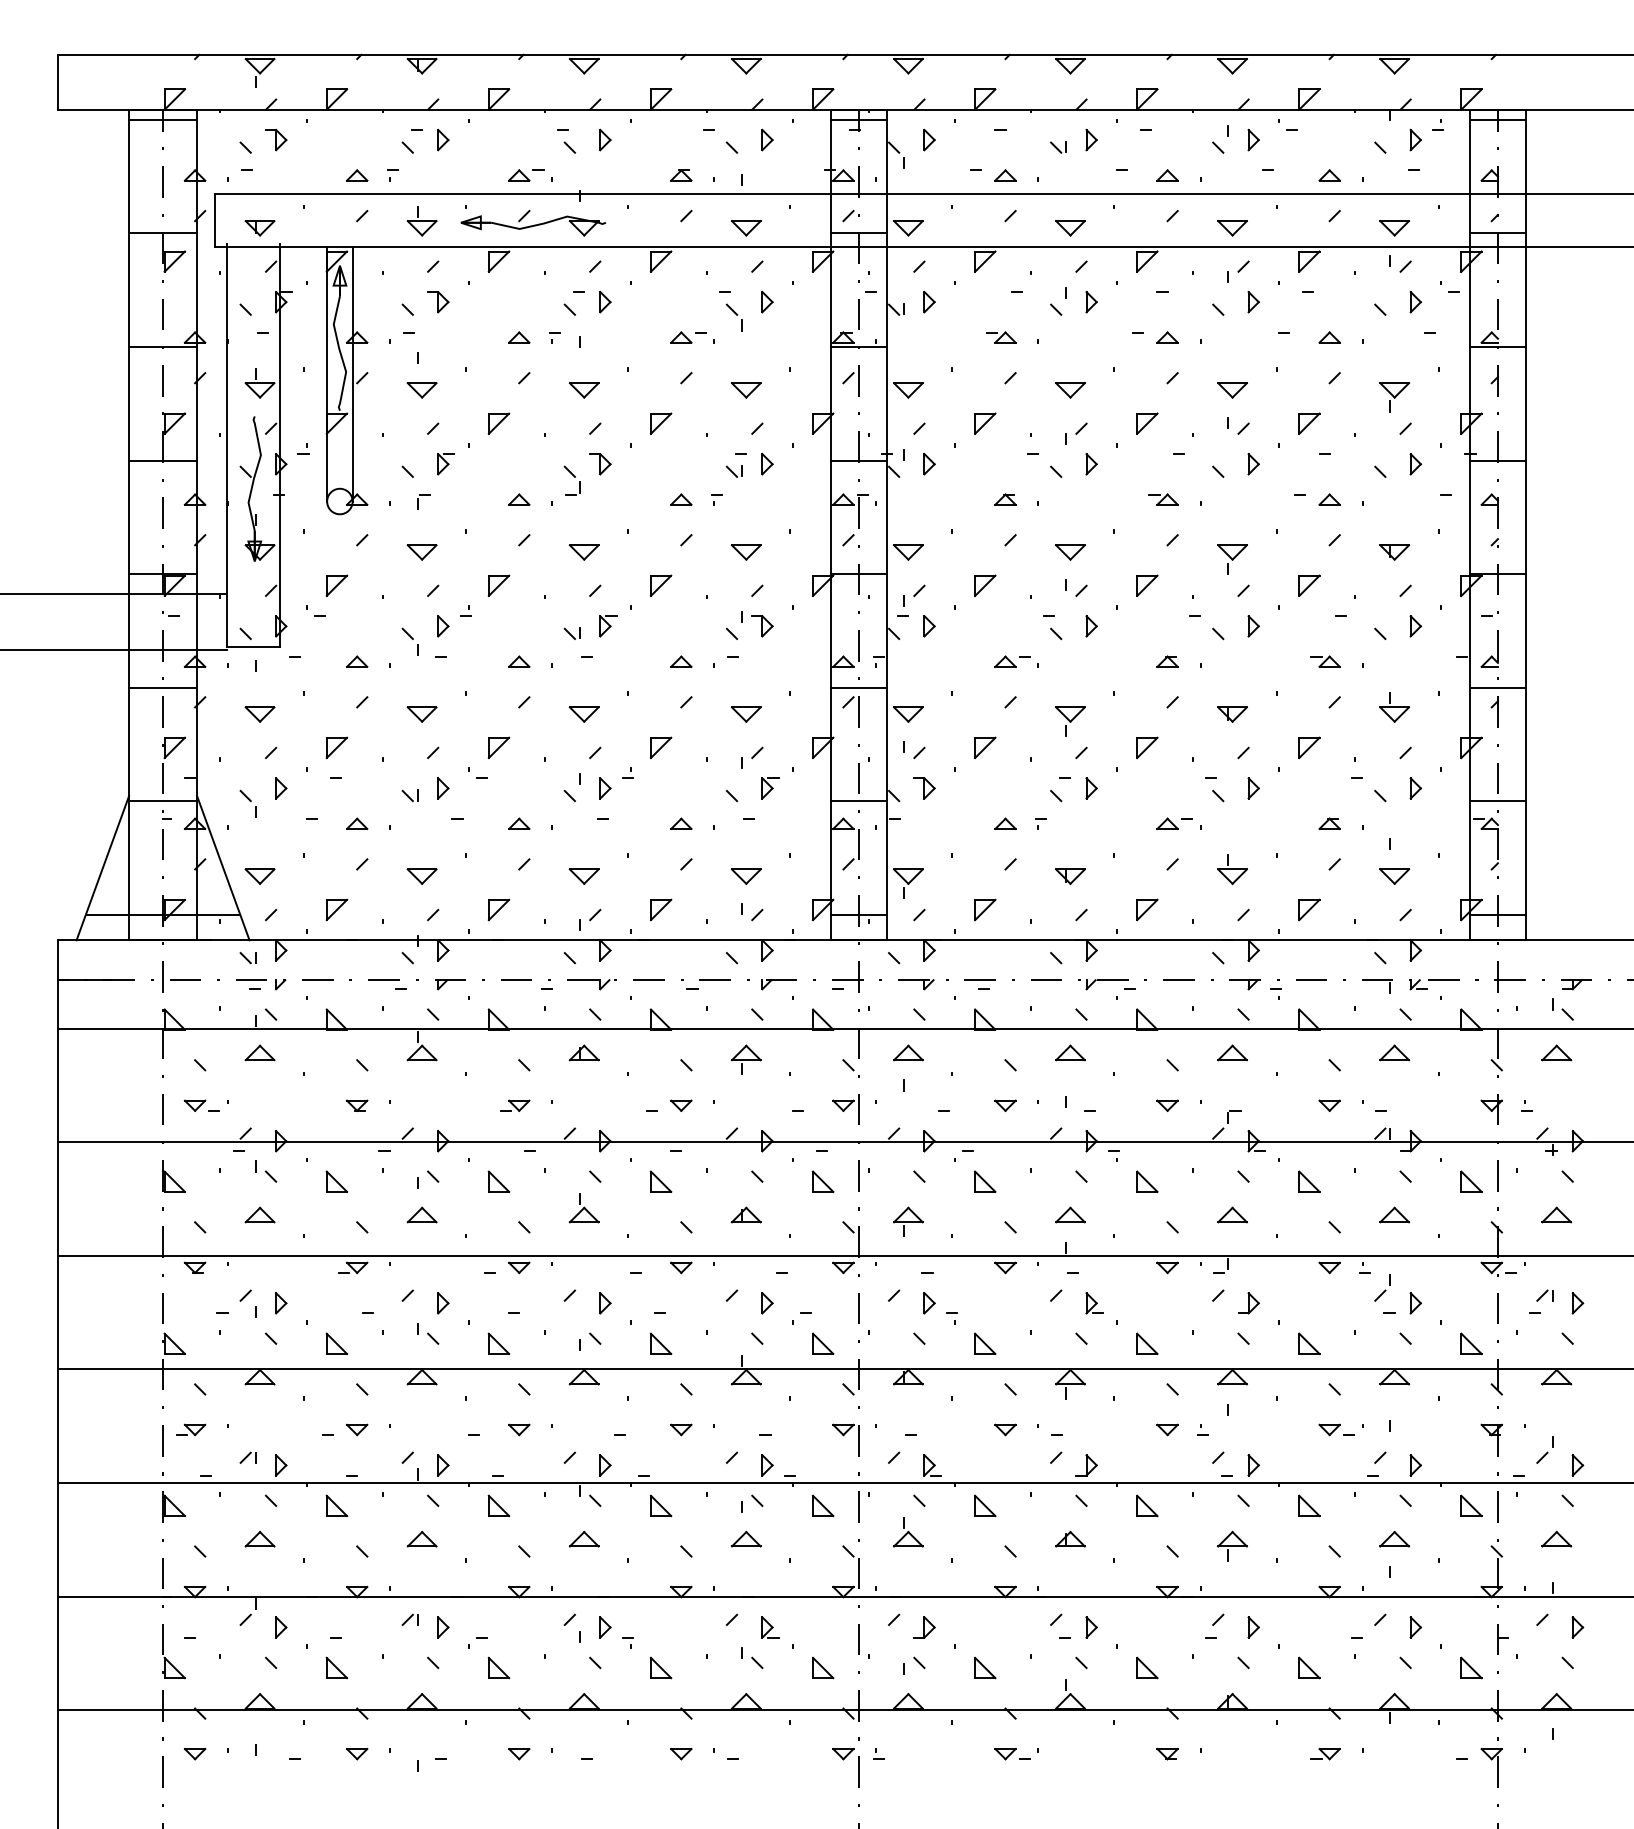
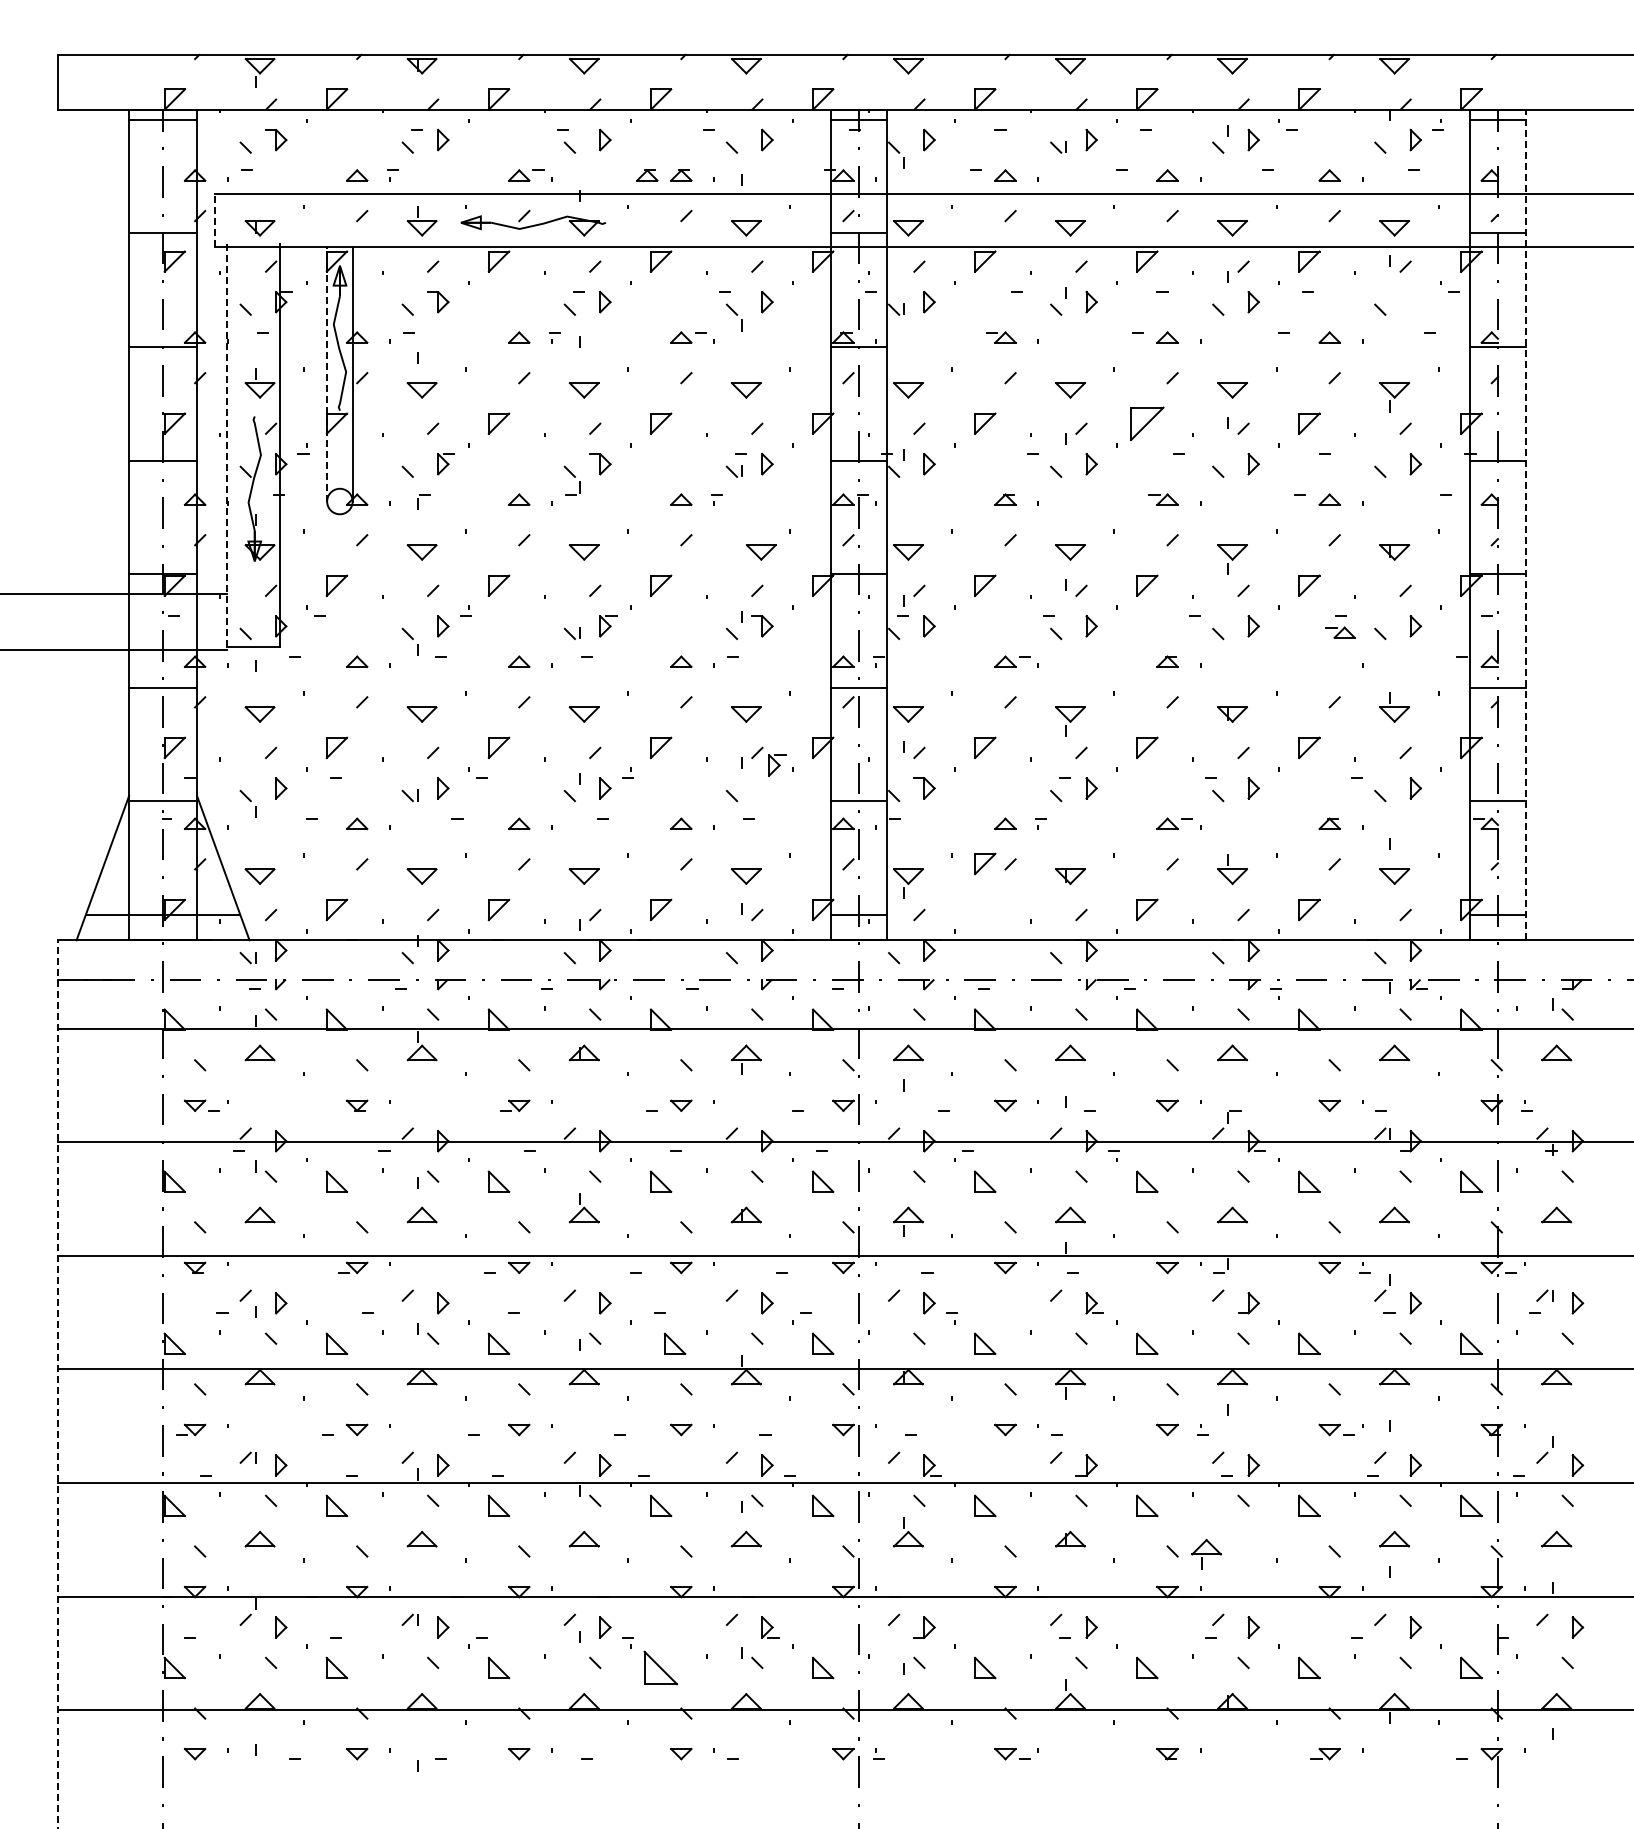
part at (647, 175): none -> present
line at (214, 220): solid -> dashed
part at (1415, 302): present -> none
line at (327, 373): solid -> dashed
part at (1147, 423) size: 23x23 px -> 35x36 px
line at (227, 446): solid -> dashed
line at (1525, 524): solid -> dashed
part at (746, 552) position: (746, 552) -> (761, 552)
part at (1325, 661) position: (1325, 661) -> (1340, 632)
part at (770, 788) position: (770, 788) -> (777, 765)
part at (985, 909) position: (985, 909) -> (985, 863)
part at (660, 1343) position: (660, 1343) -> (674, 1343)
line at (58, 1384): solid -> dashed
part at (1232, 1546) position: (1232, 1546) -> (1206, 1554)
part at (661, 1667) size: 23x24 px -> 36x36 px
